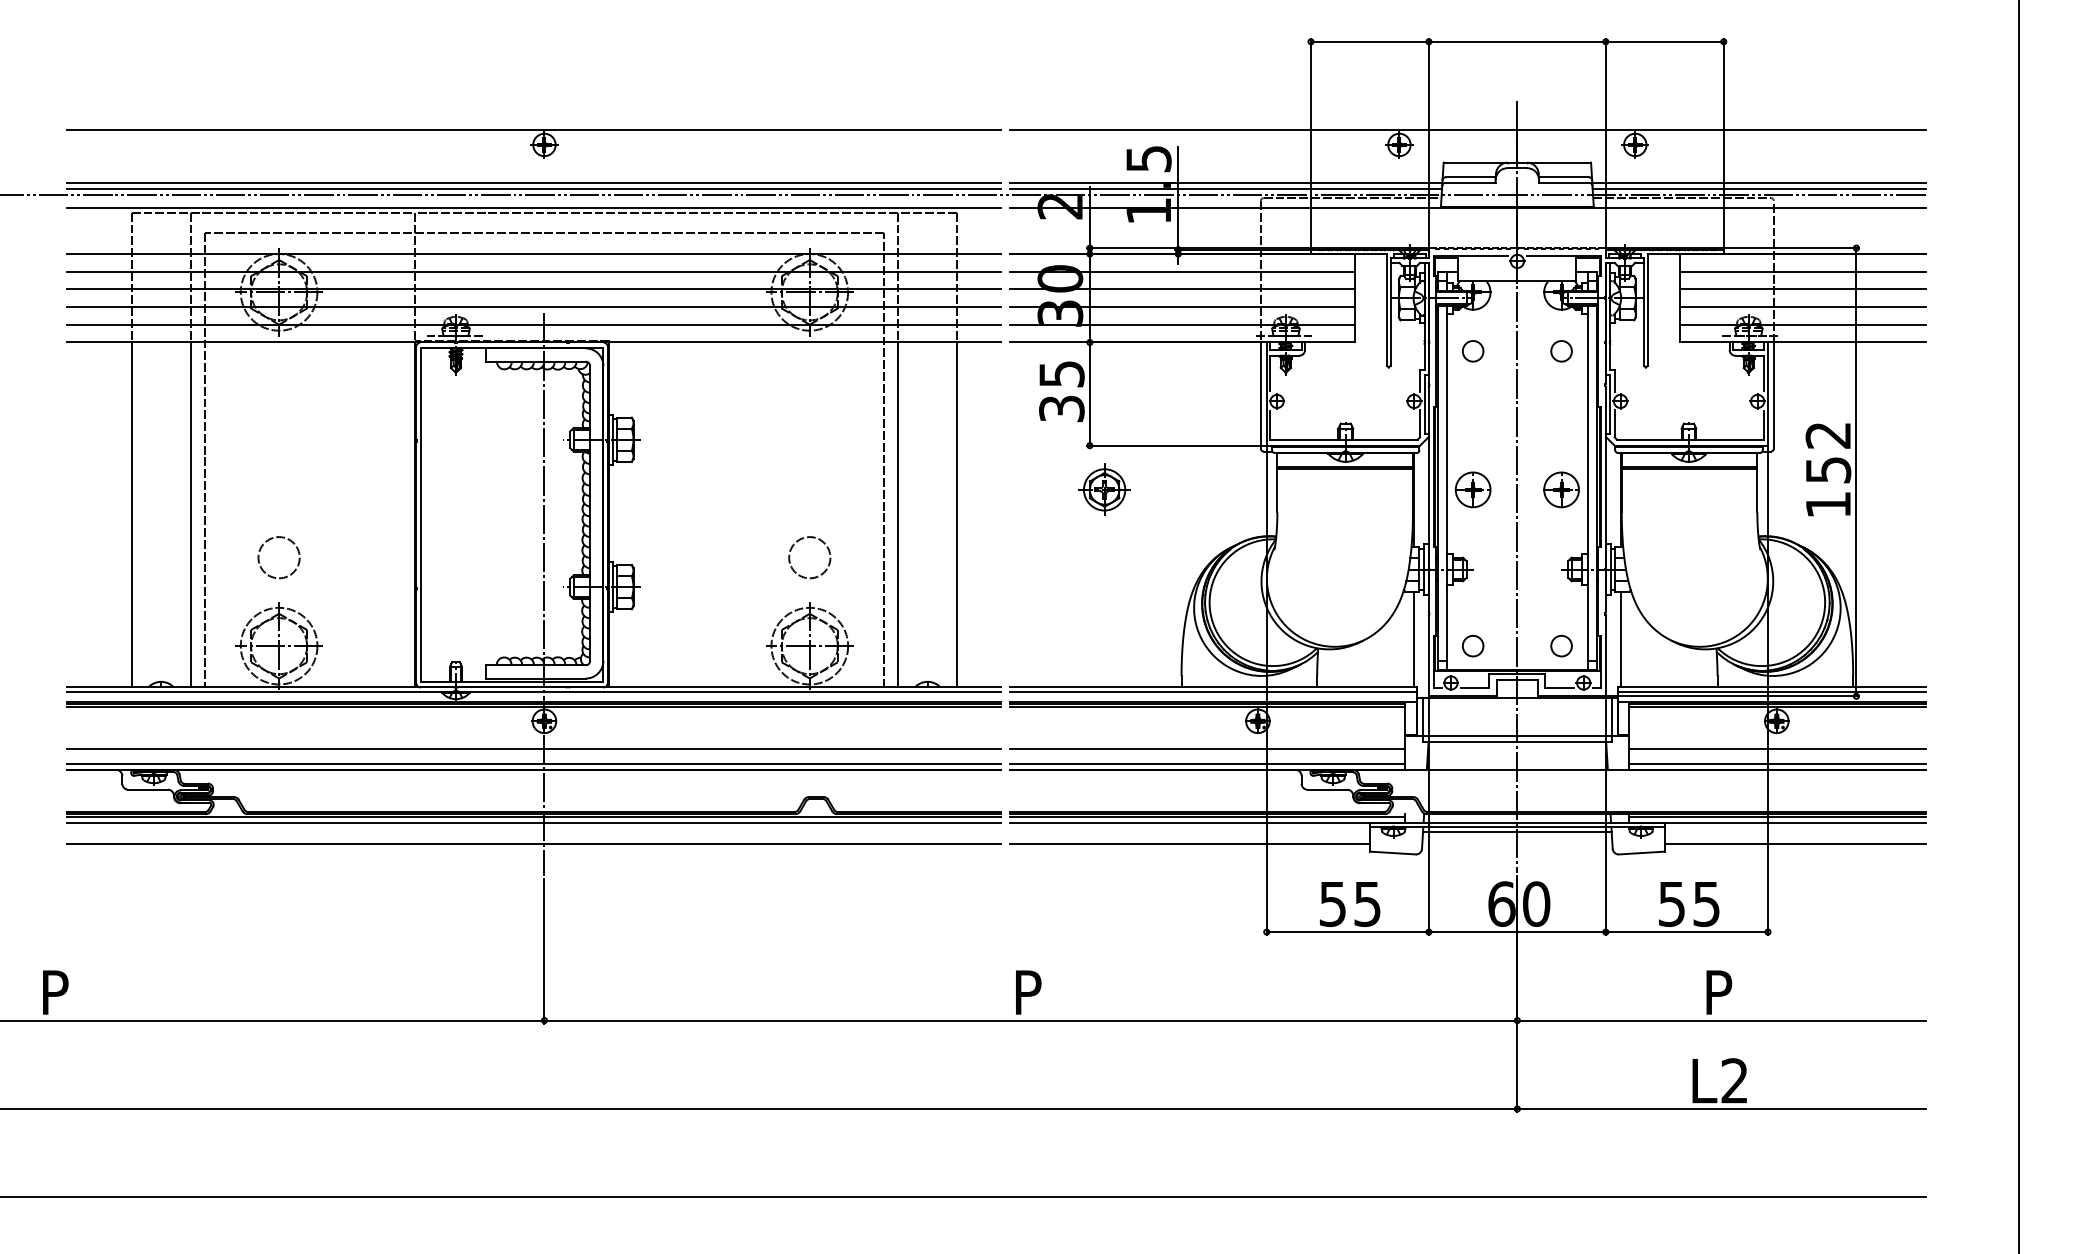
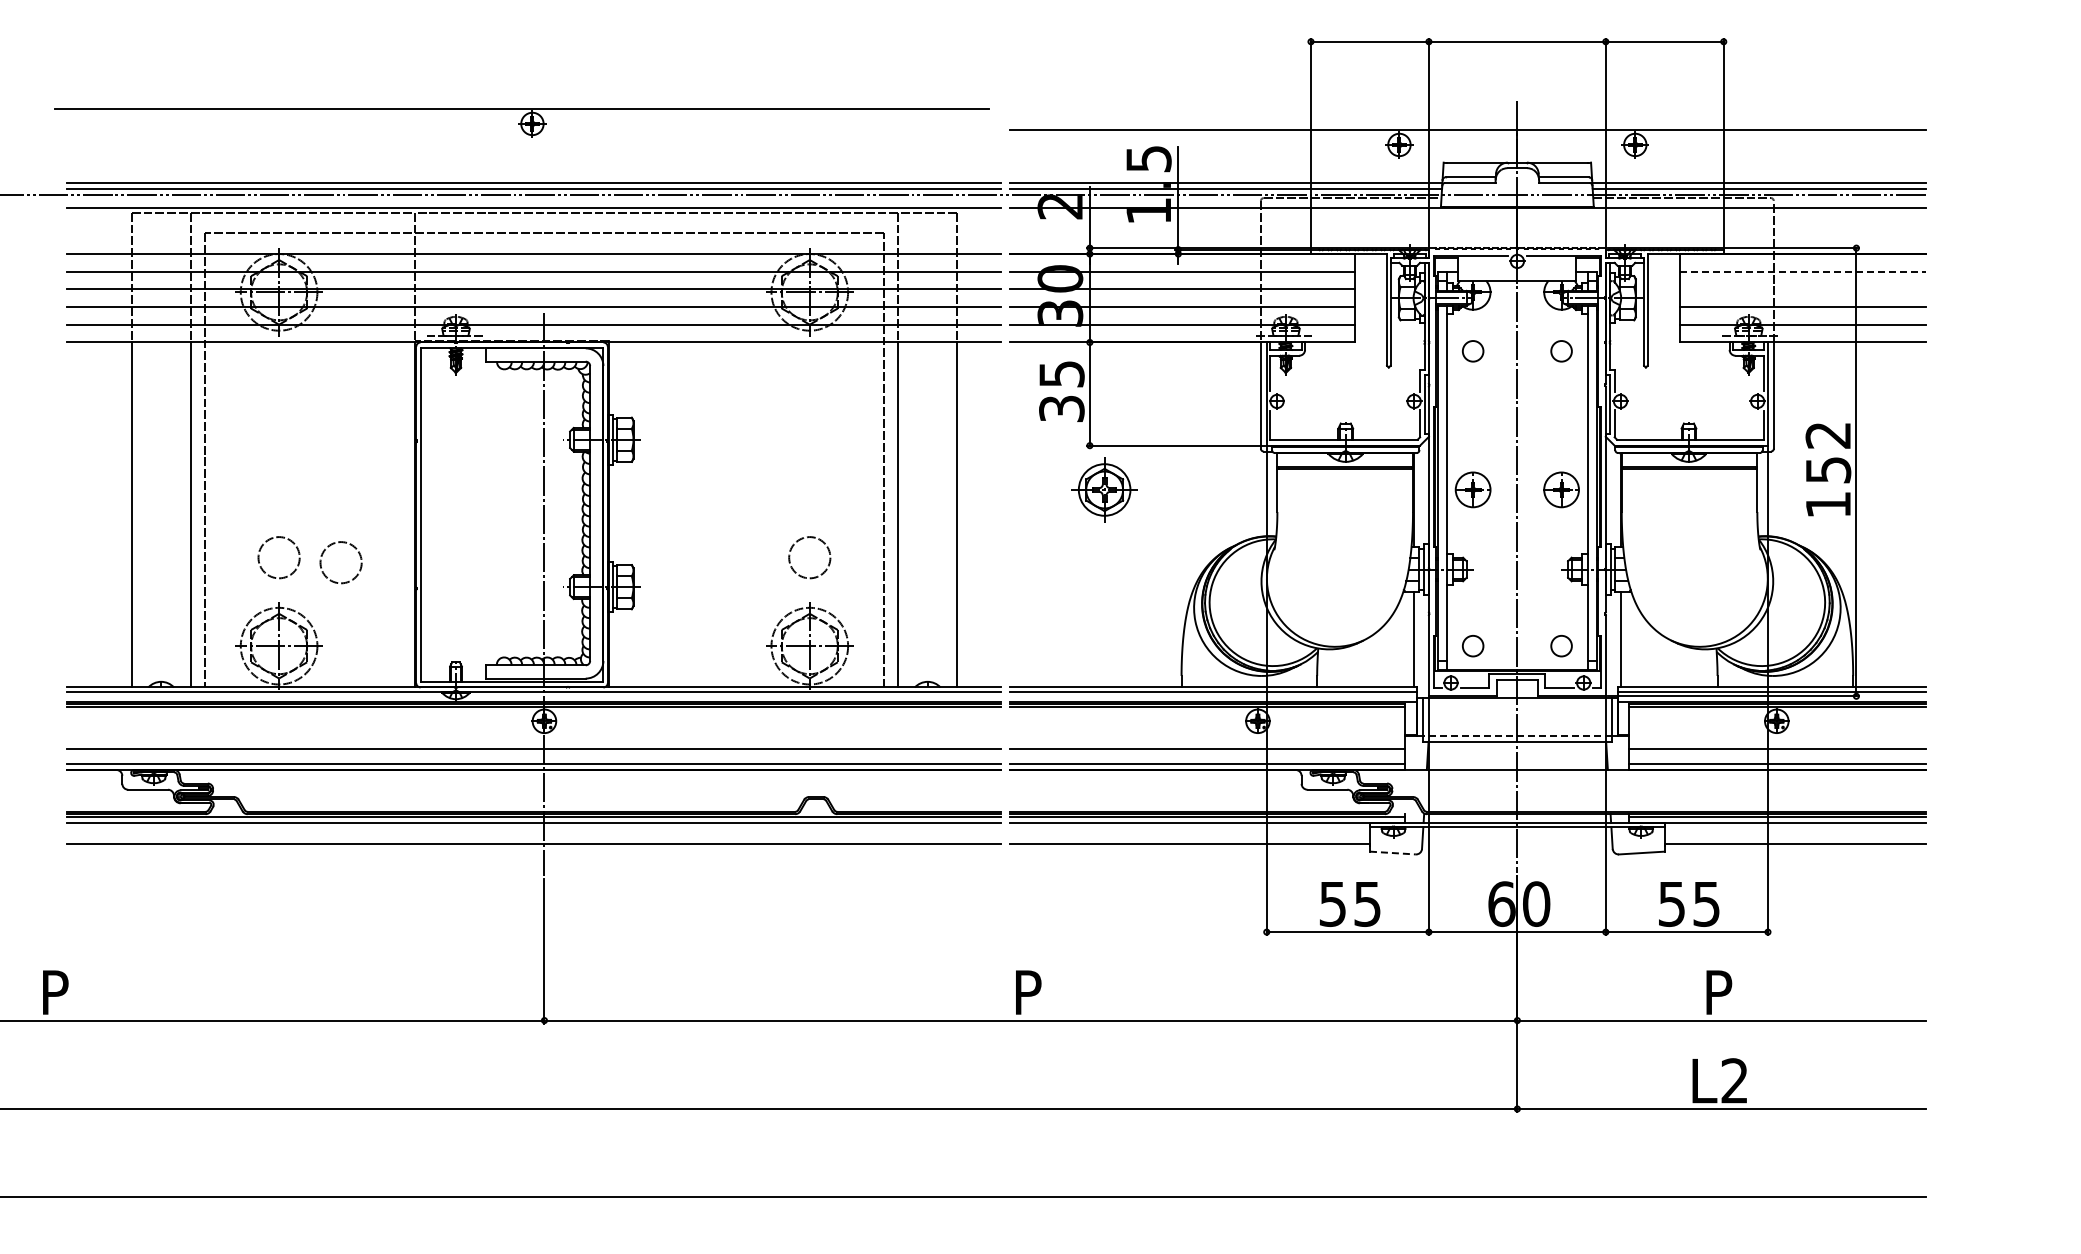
part at (533, 143) position: (533, 143) -> (521, 122)
line at (1803, 271): solid -> dashed
line at (1802, 289): present -> none
part at (1104, 489) size: 53x53 px -> 67x66 px
circle at (340, 562): none -> present
line at (2018, 626): present -> none
line at (1516, 736): solid -> dashed
line at (1517, 832): present -> none
line at (1392, 853): solid -> dashed
